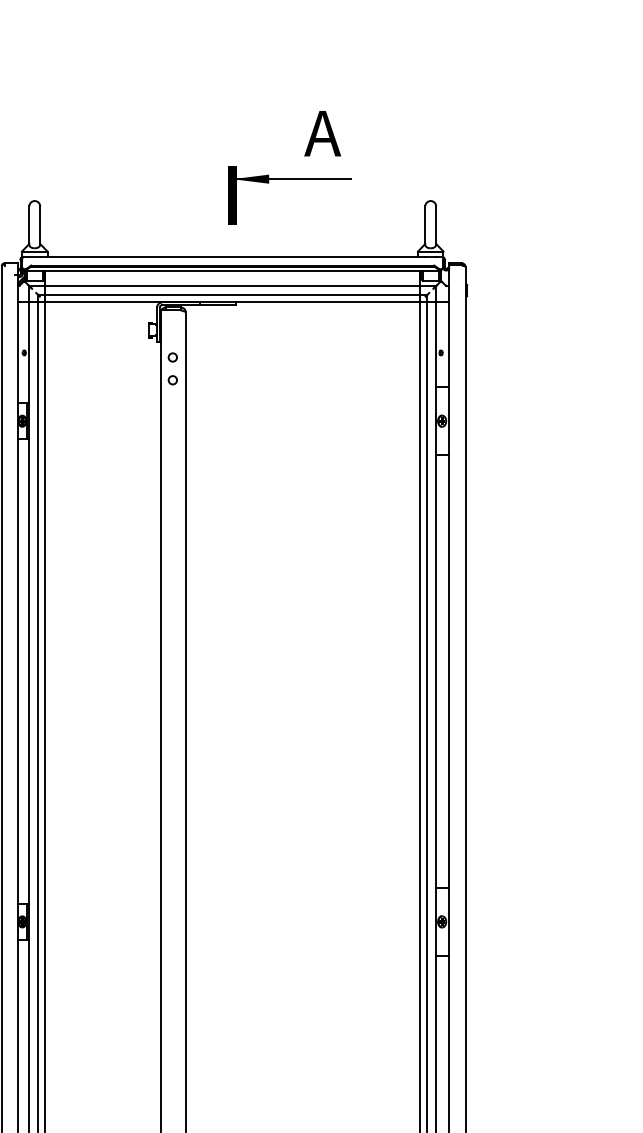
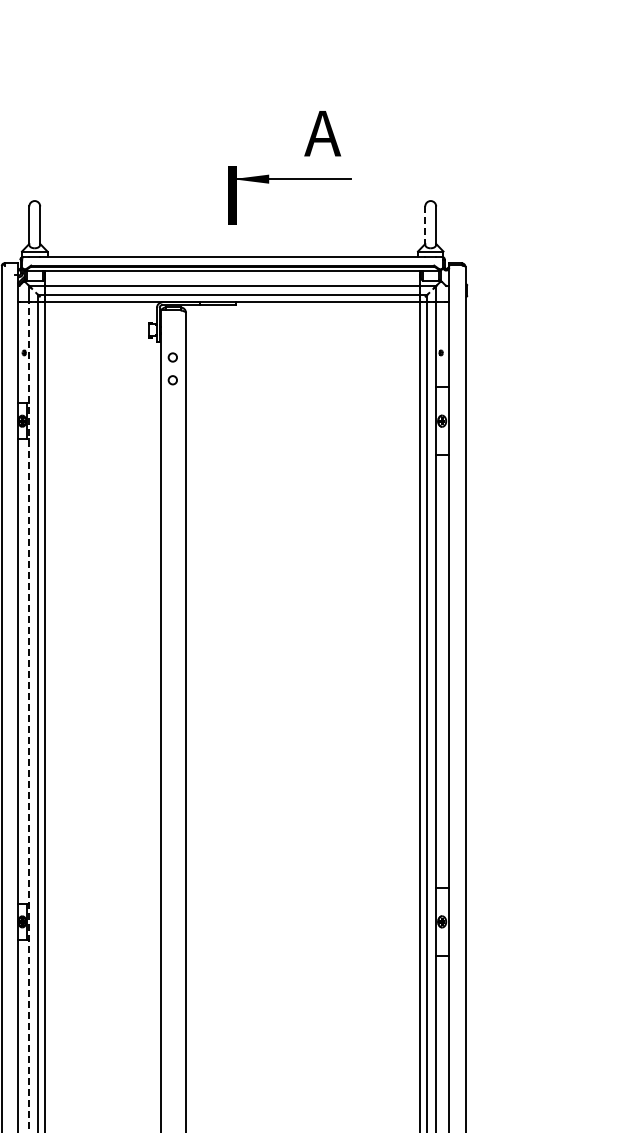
line at (425, 226): solid -> dashed
line at (29, 716): solid -> dashed
